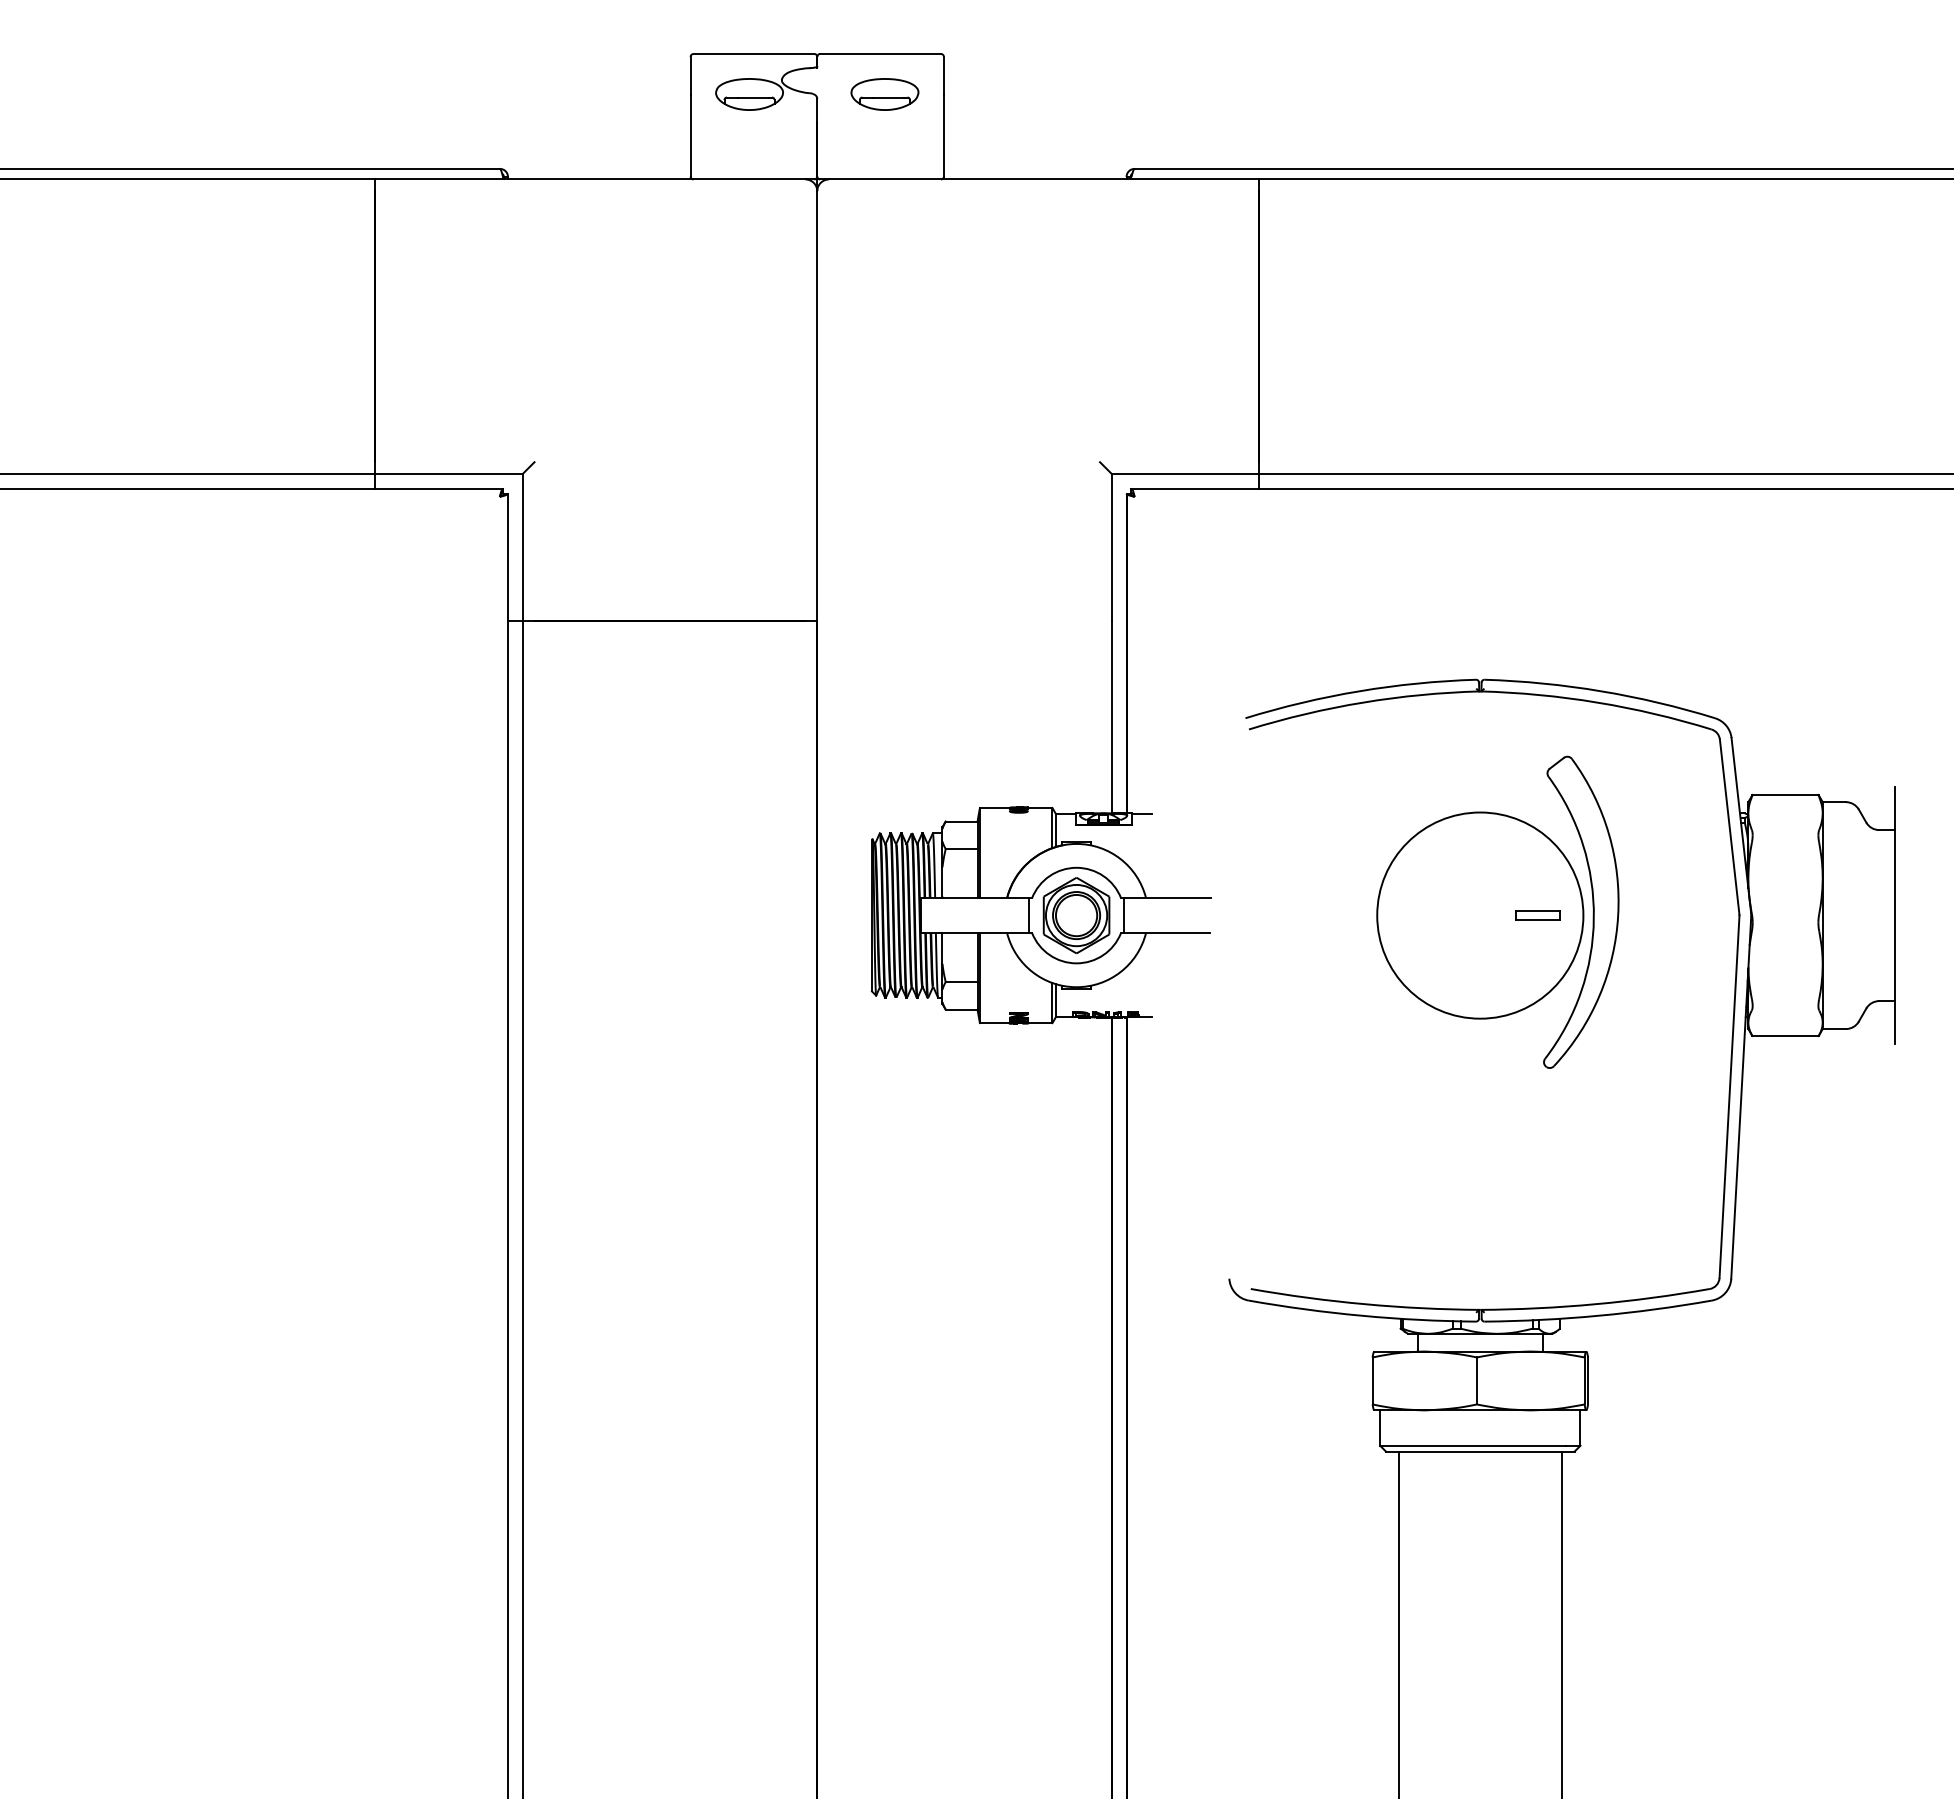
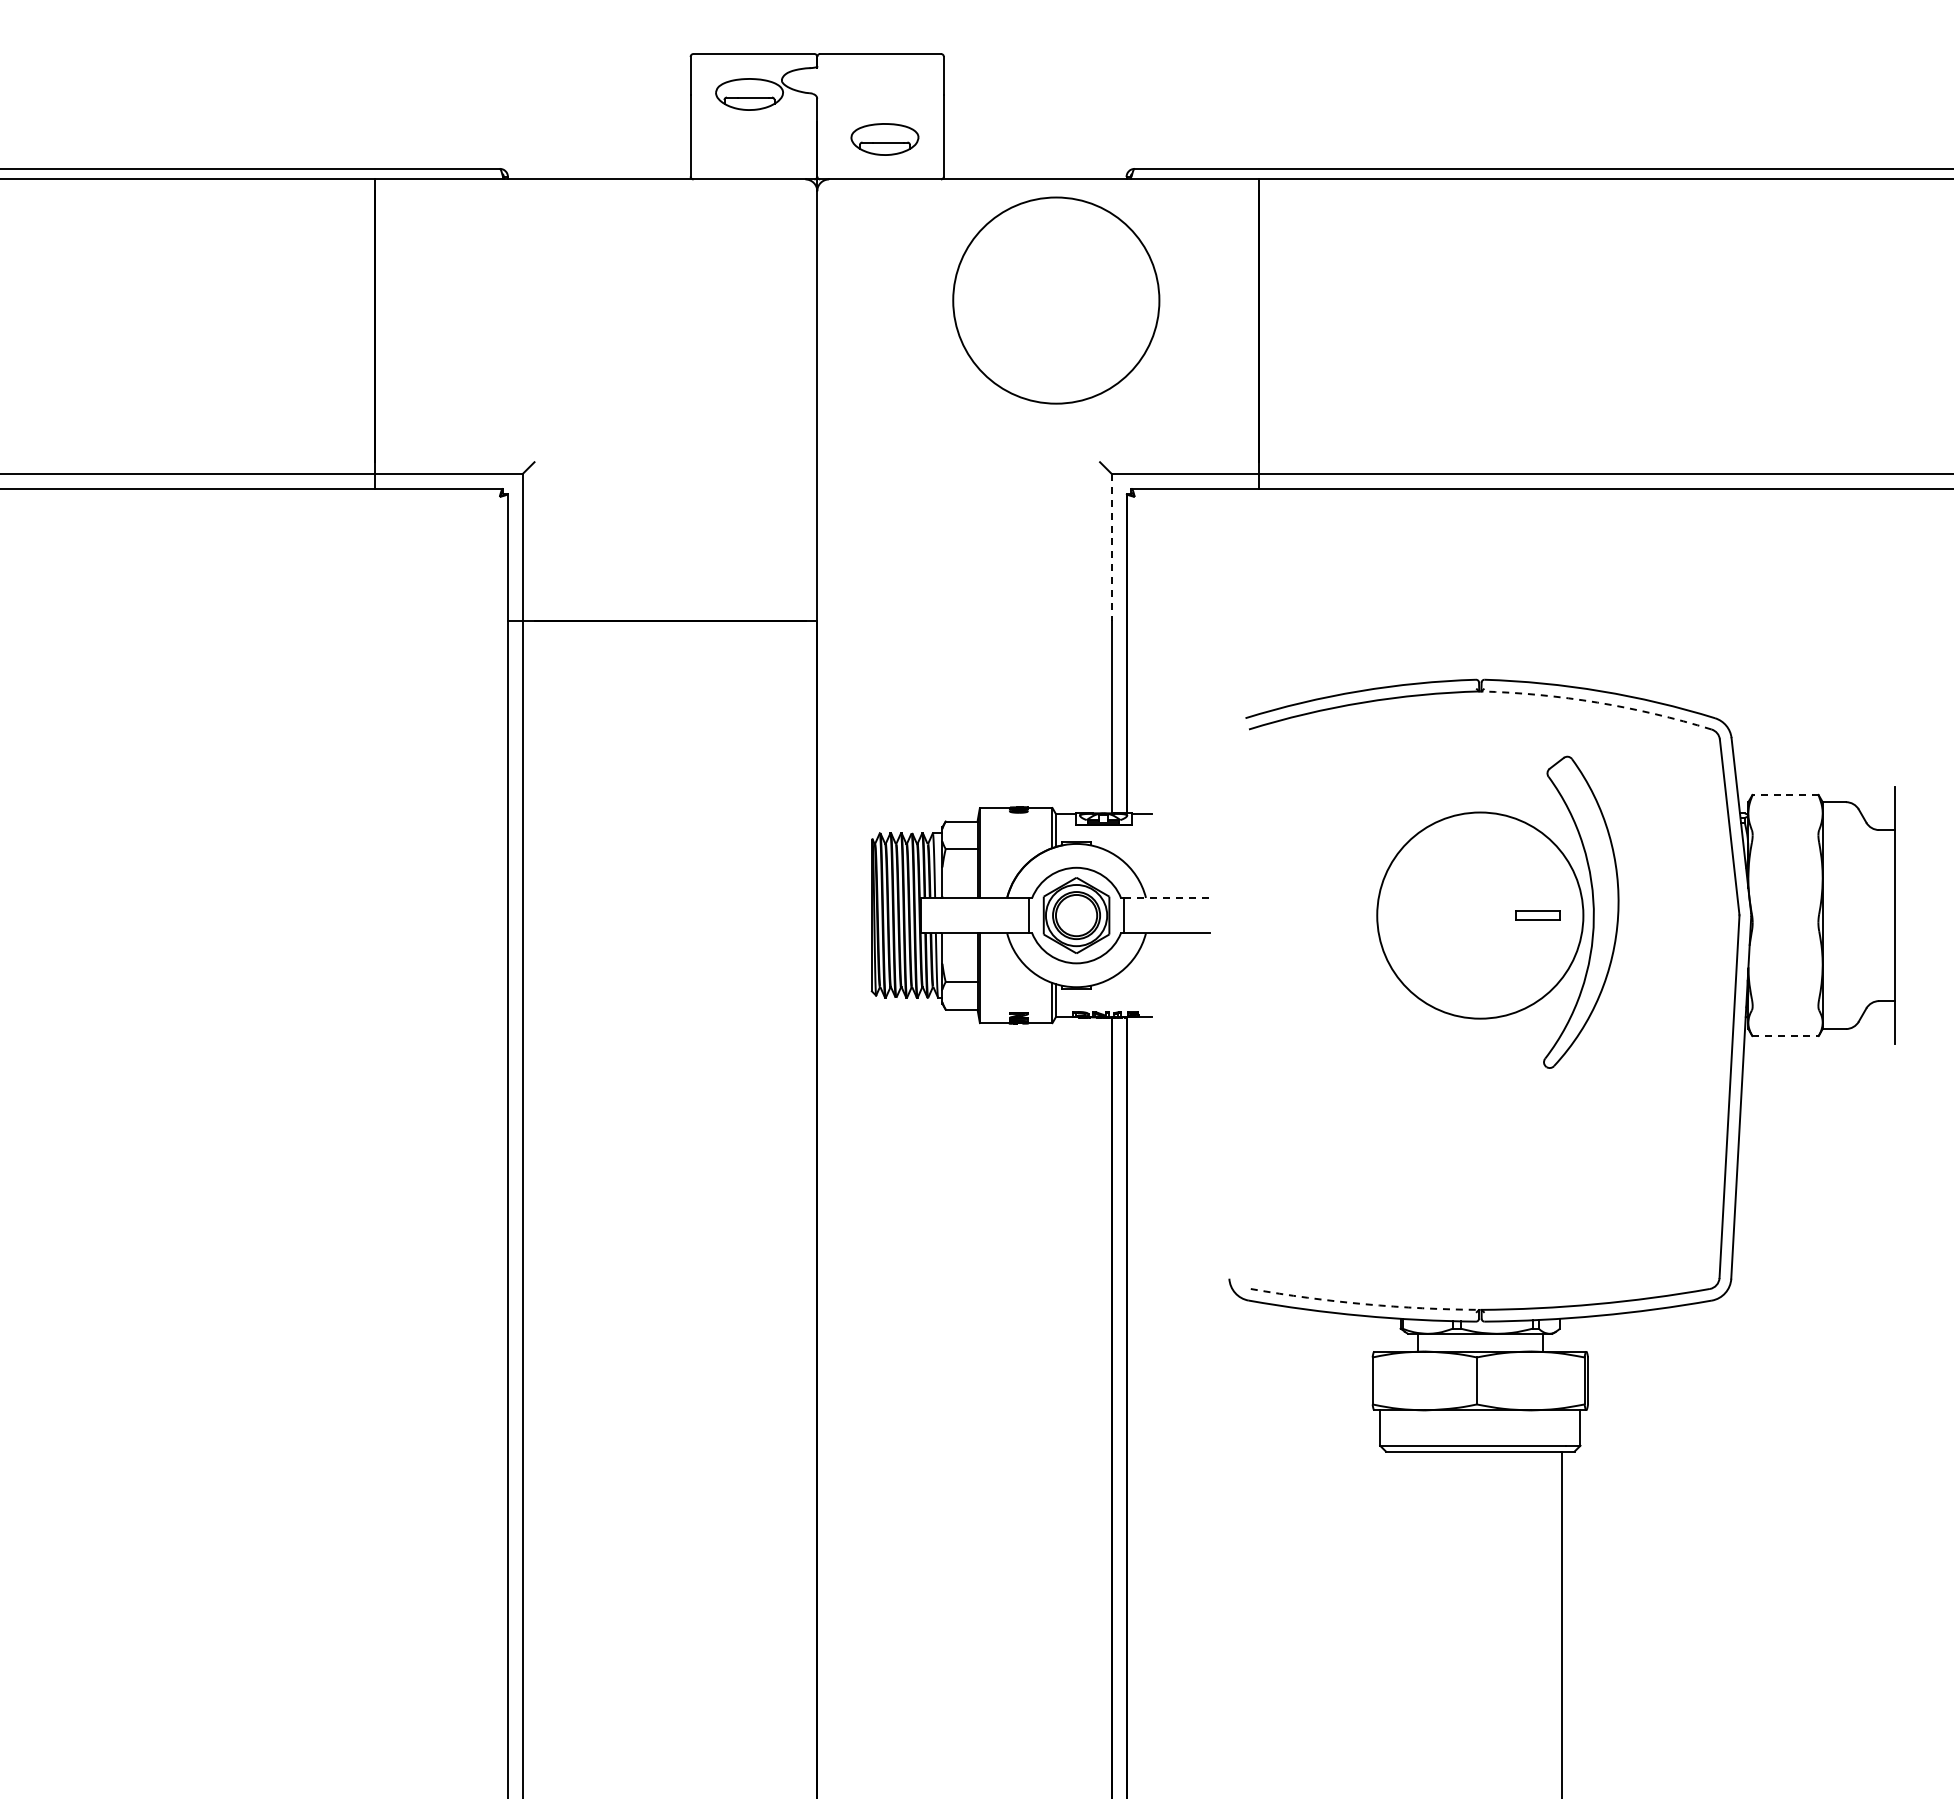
part at (884, 94) position: (884, 94) -> (884, 139)
circle at (1056, 300): none -> present
line at (1111, 547): solid -> dashed
arc at (1597, 702): solid -> dashed
line at (1785, 794): solid -> dashed
line at (1168, 897): solid -> dashed
line at (1785, 1036): solid -> dashed
arc at (1365, 1304): solid -> dashed
line at (1398, 1623): present -> none
